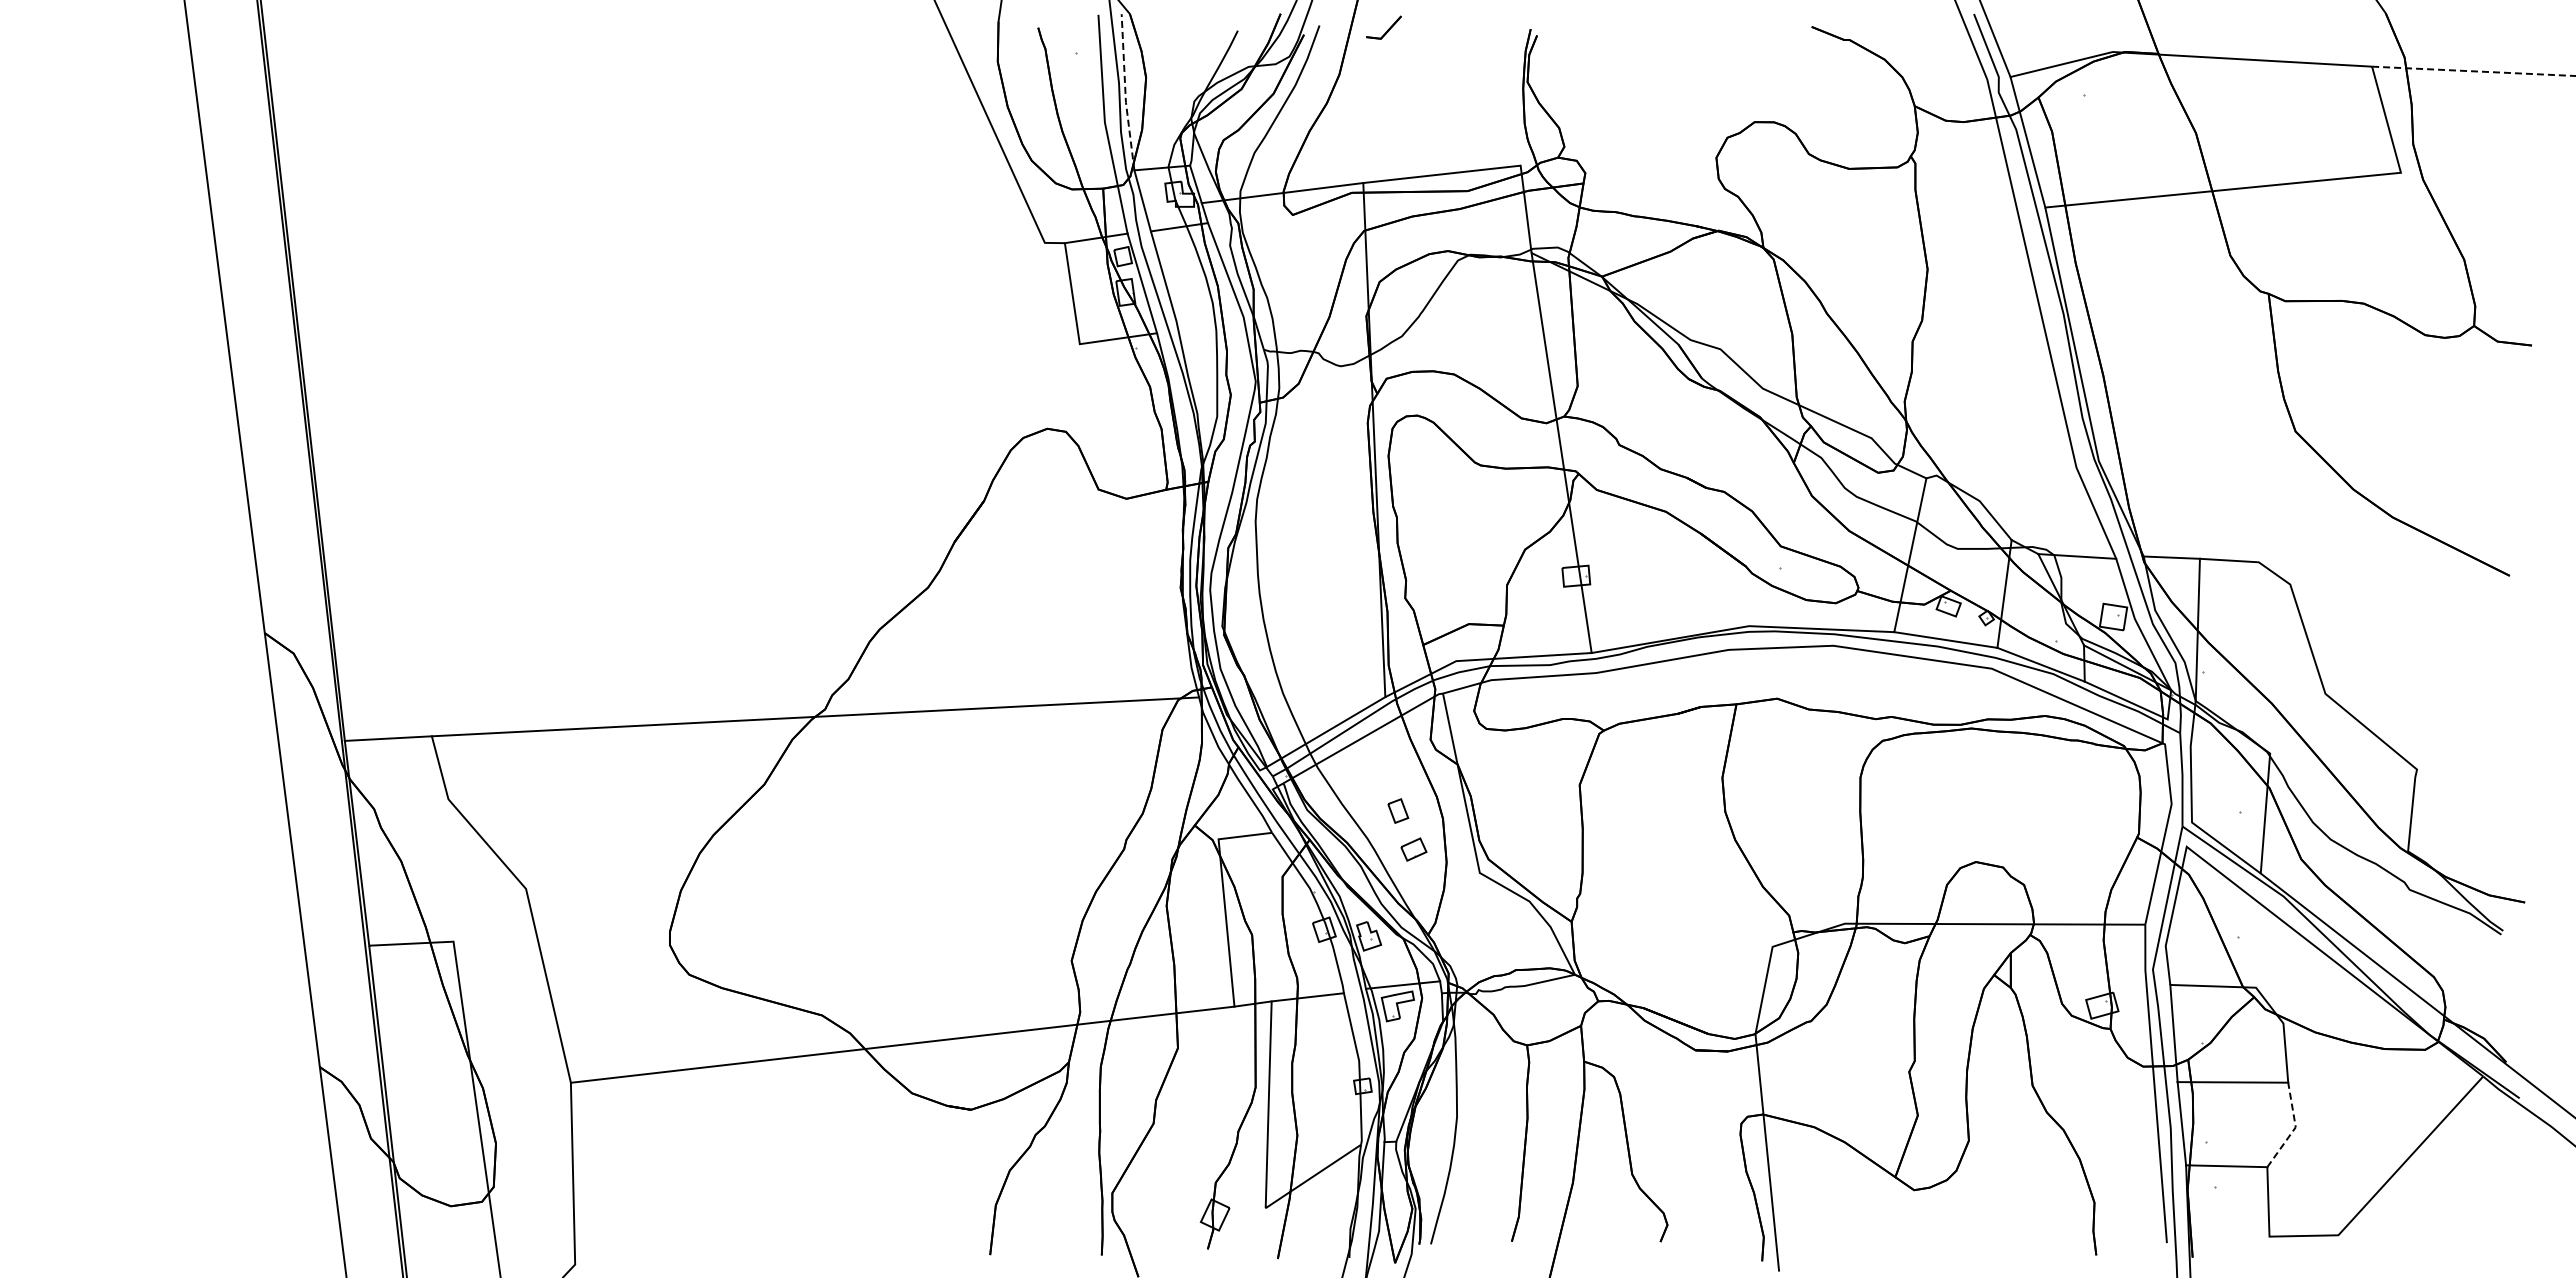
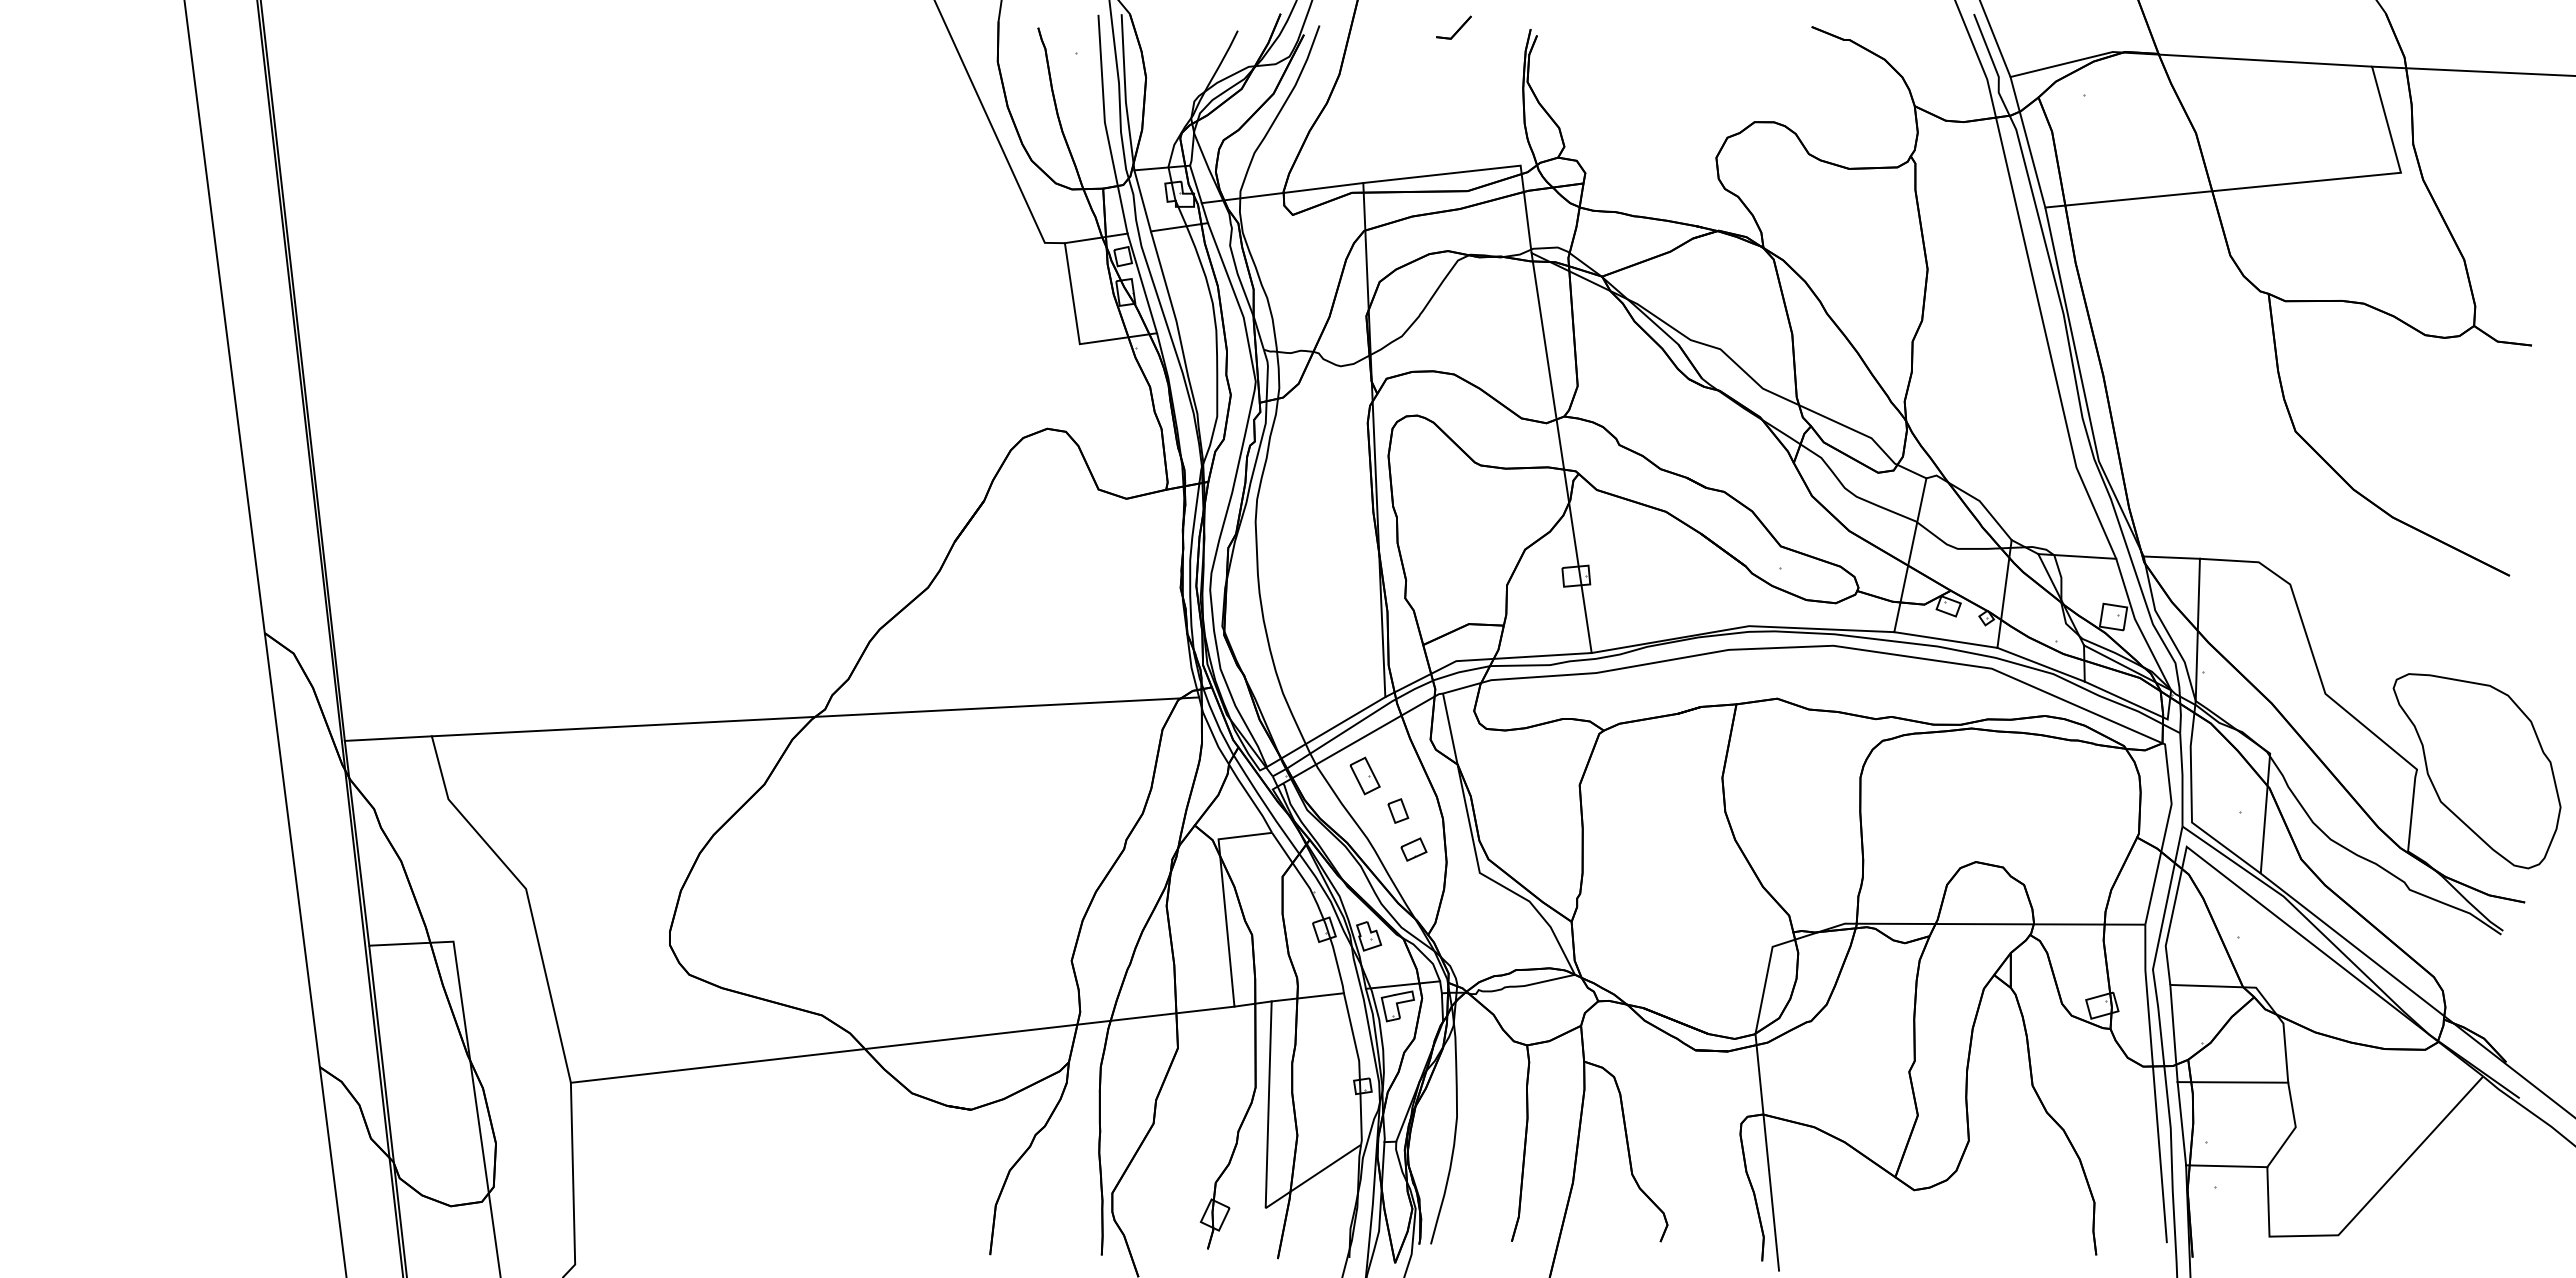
part at (1383, 27) position: (1383, 27) -> (1453, 27)
line at (2473, 71): dashed -> solid
line at (1125, 92): dashed -> solid
part at (2476, 771): none -> present
part at (1364, 775): none -> present
line at (2295, 1128): dashed -> solid
